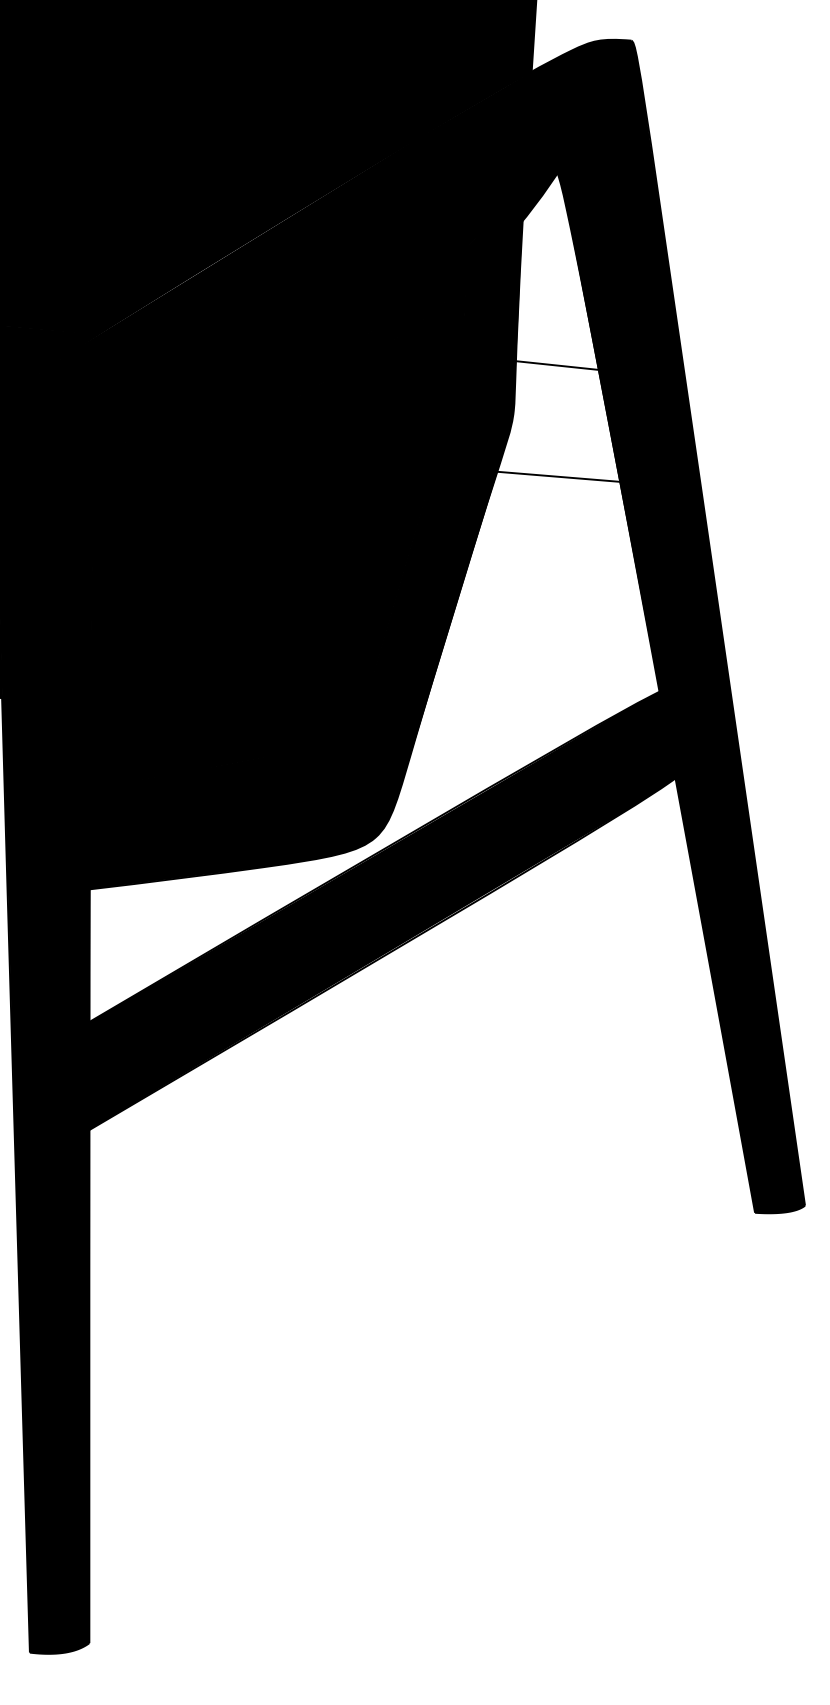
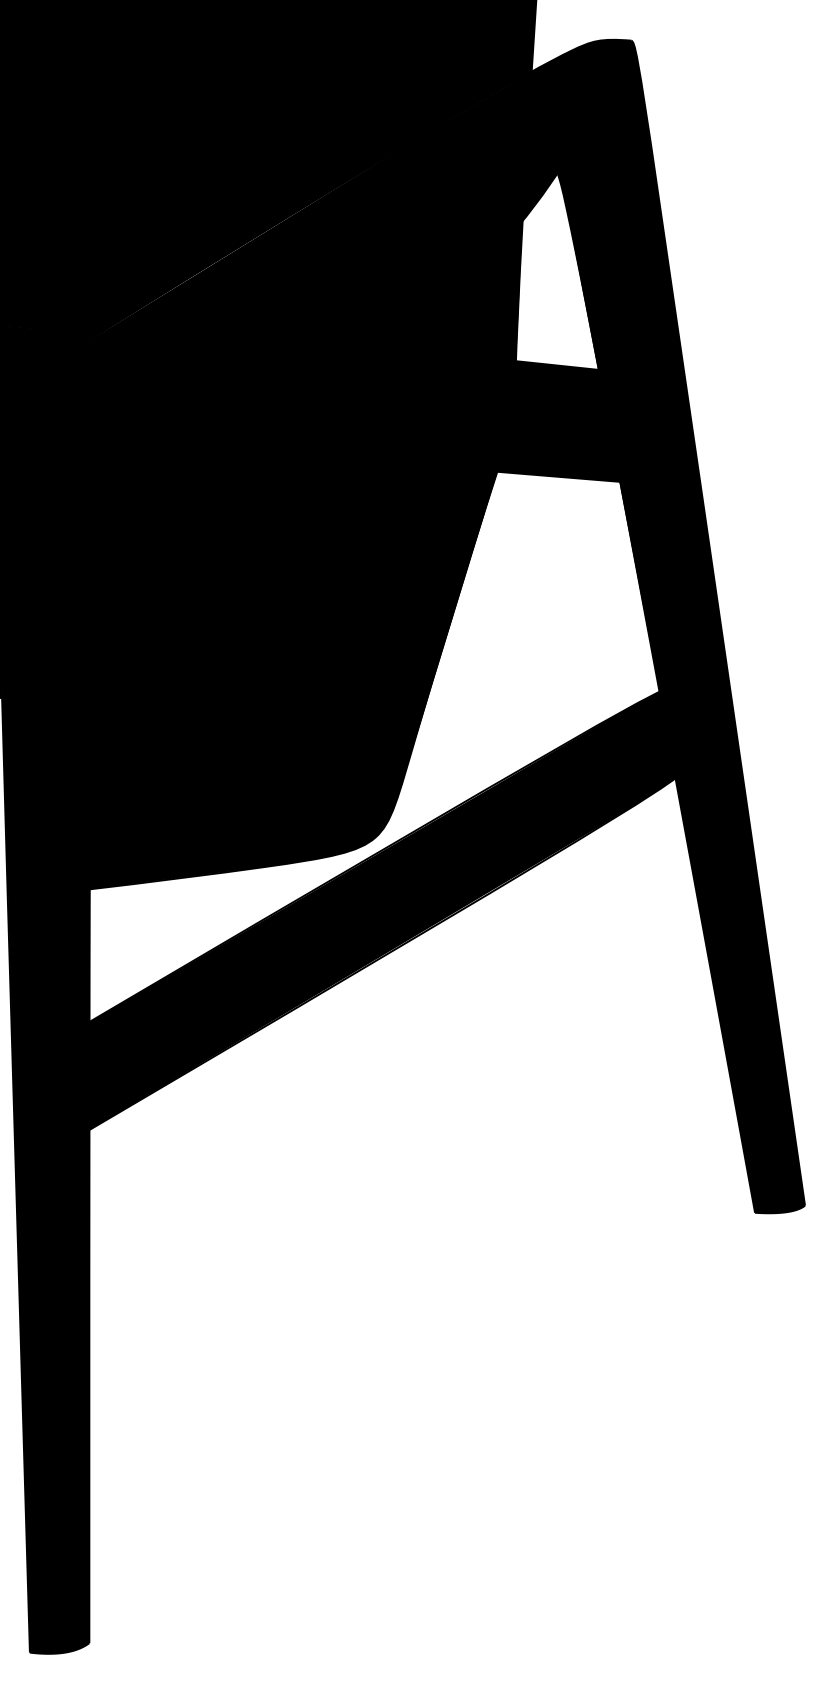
fill at (558, 421): none -> present
